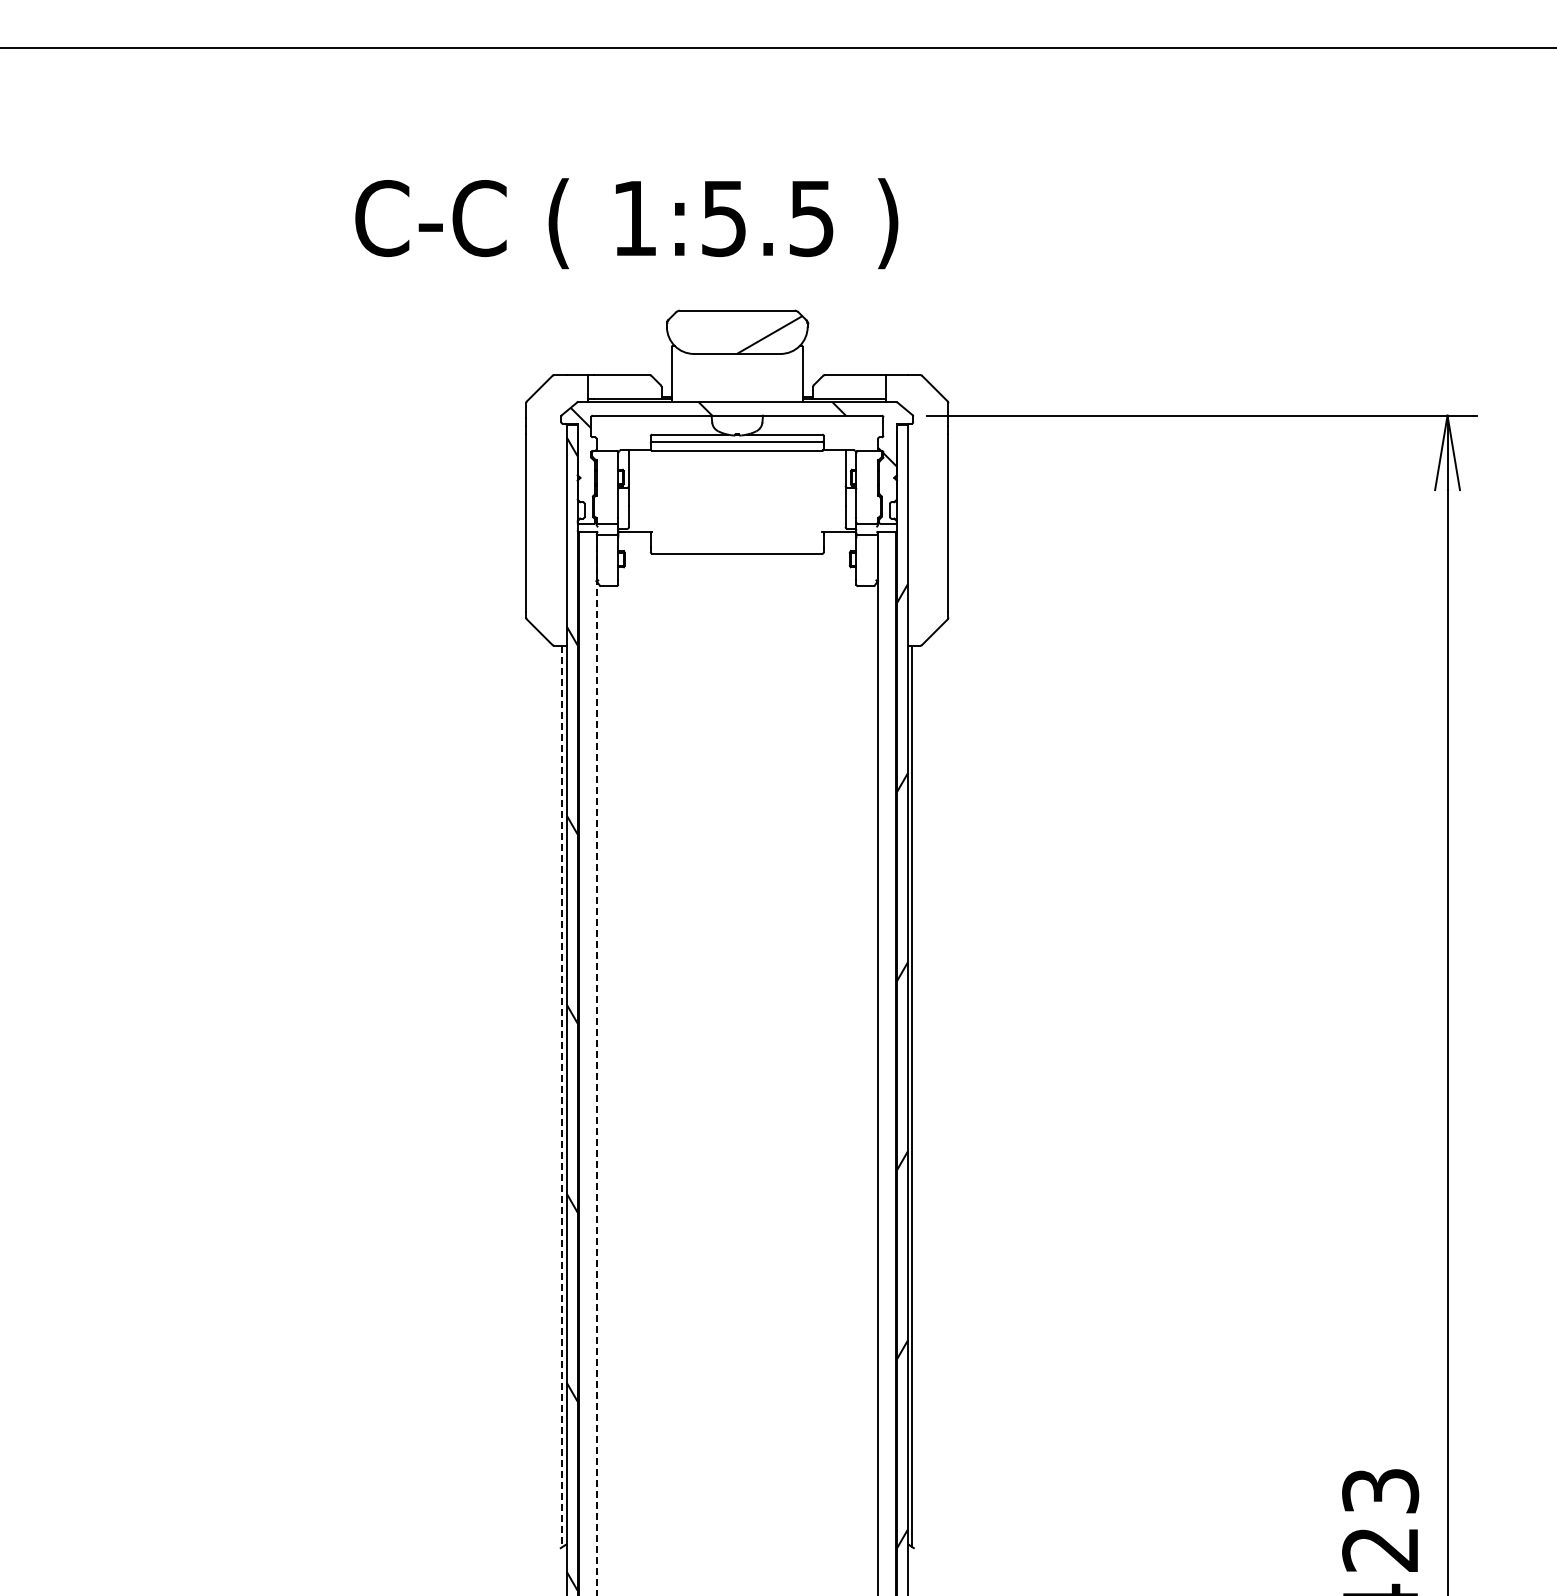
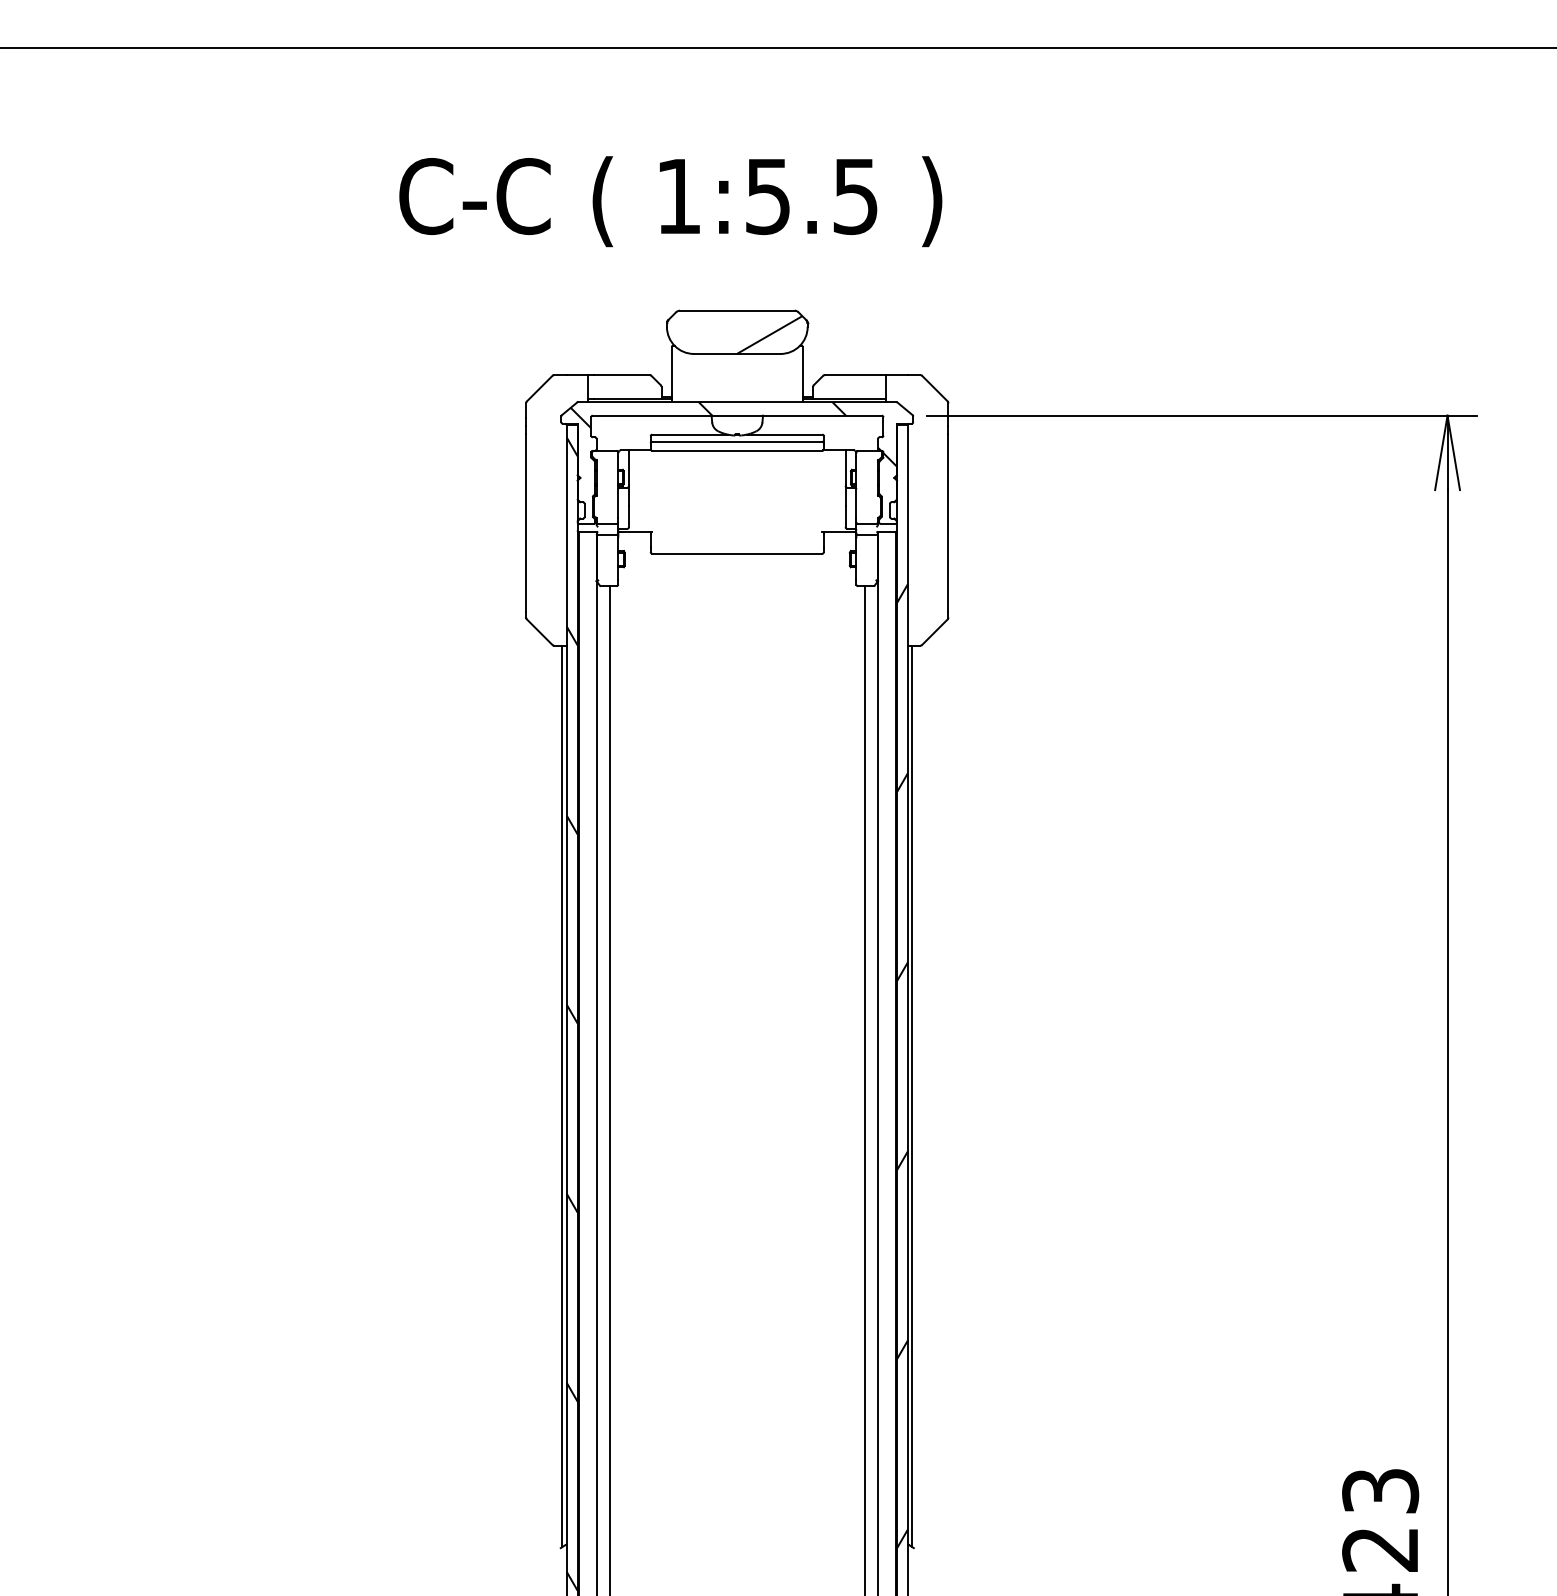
text at (626, 223) position: (626, 223) -> (670, 201)
line at (596, 1064): dashed -> solid
line at (610, 1089): none -> present
line at (864, 1089): none -> present
line at (562, 1096): dashed -> solid
